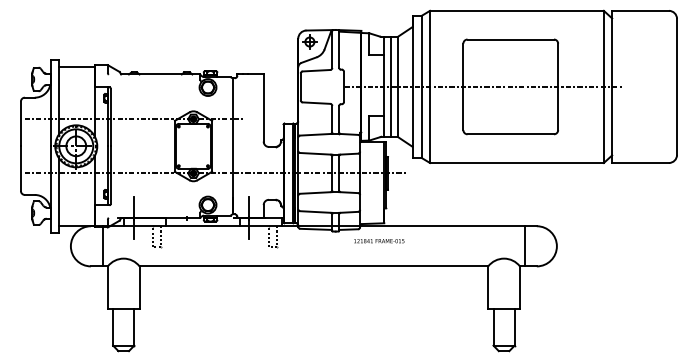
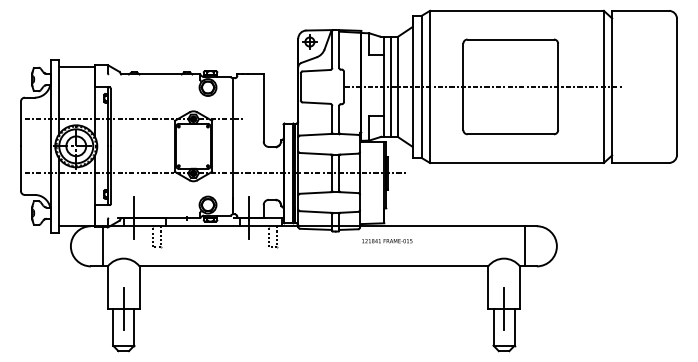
text at (379, 241) position: (379, 241) -> (387, 241)
line at (123, 308): none -> present
line at (504, 308): none -> present
